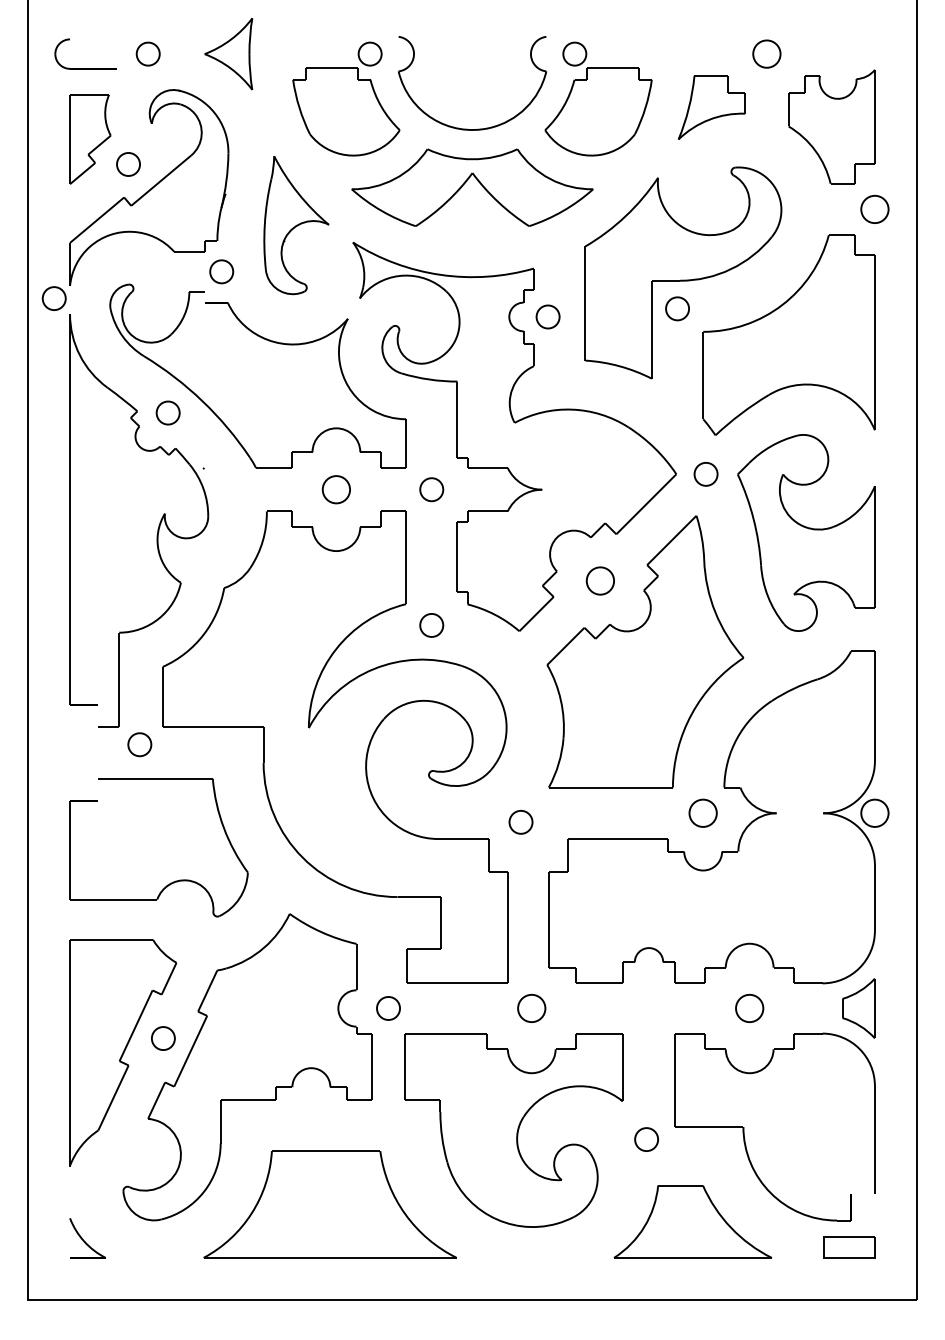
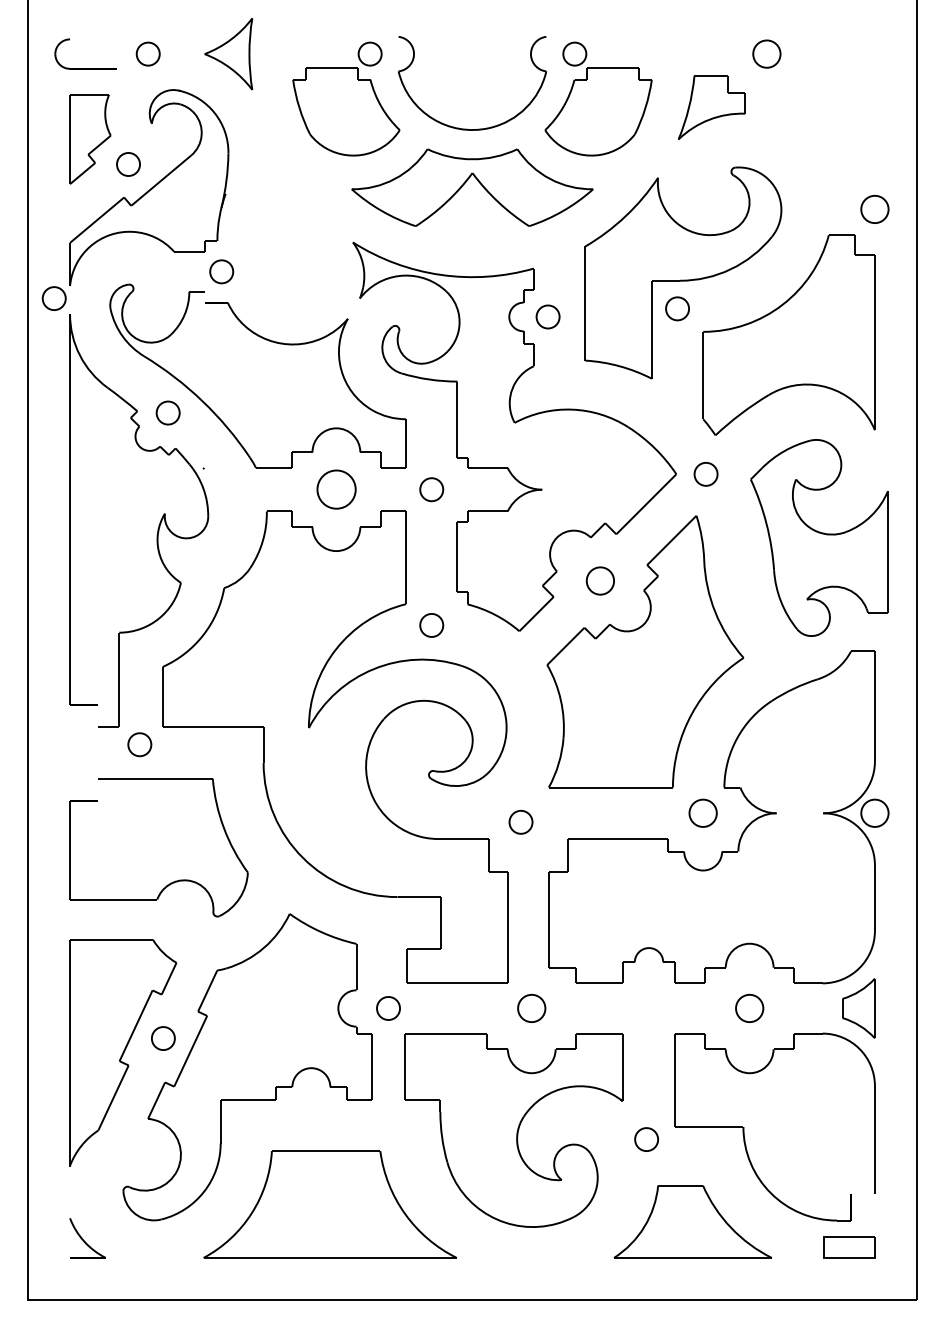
part at (831, 126): present -> none
part at (296, 225): present -> none
part at (335, 489) size: 30x30 px -> 41x41 px
part at (806, 532) position: (806, 532) -> (819, 537)
